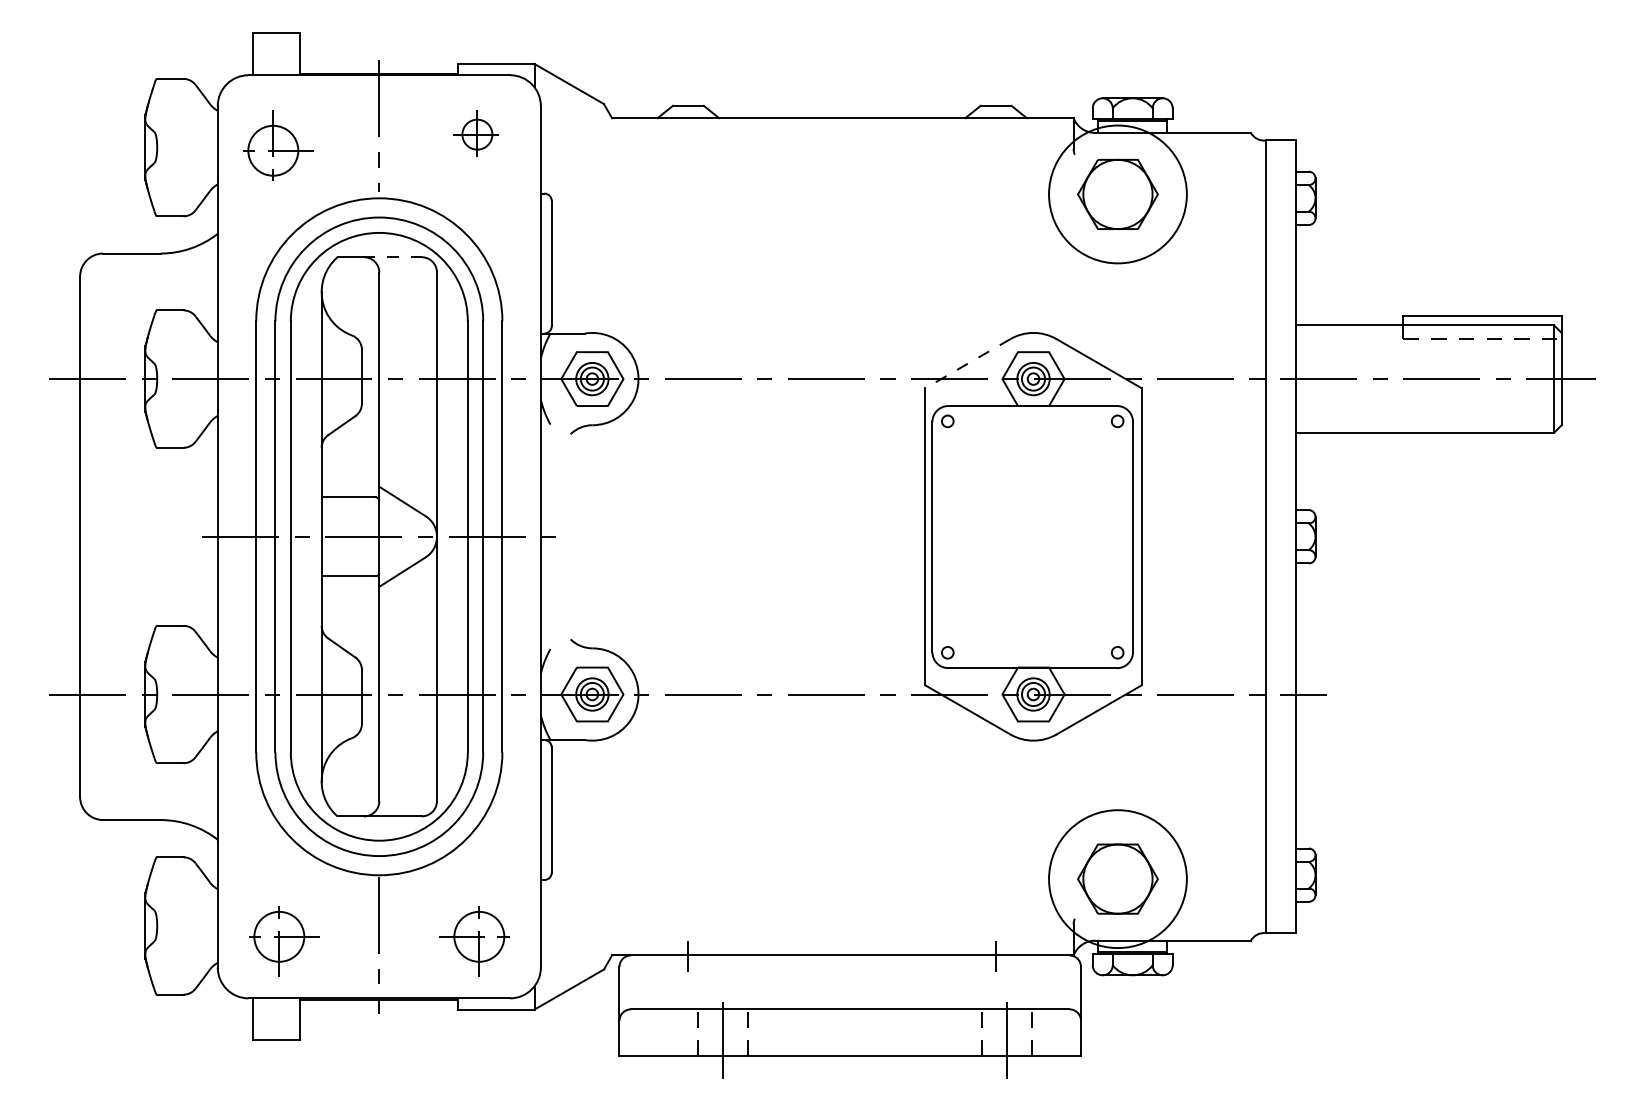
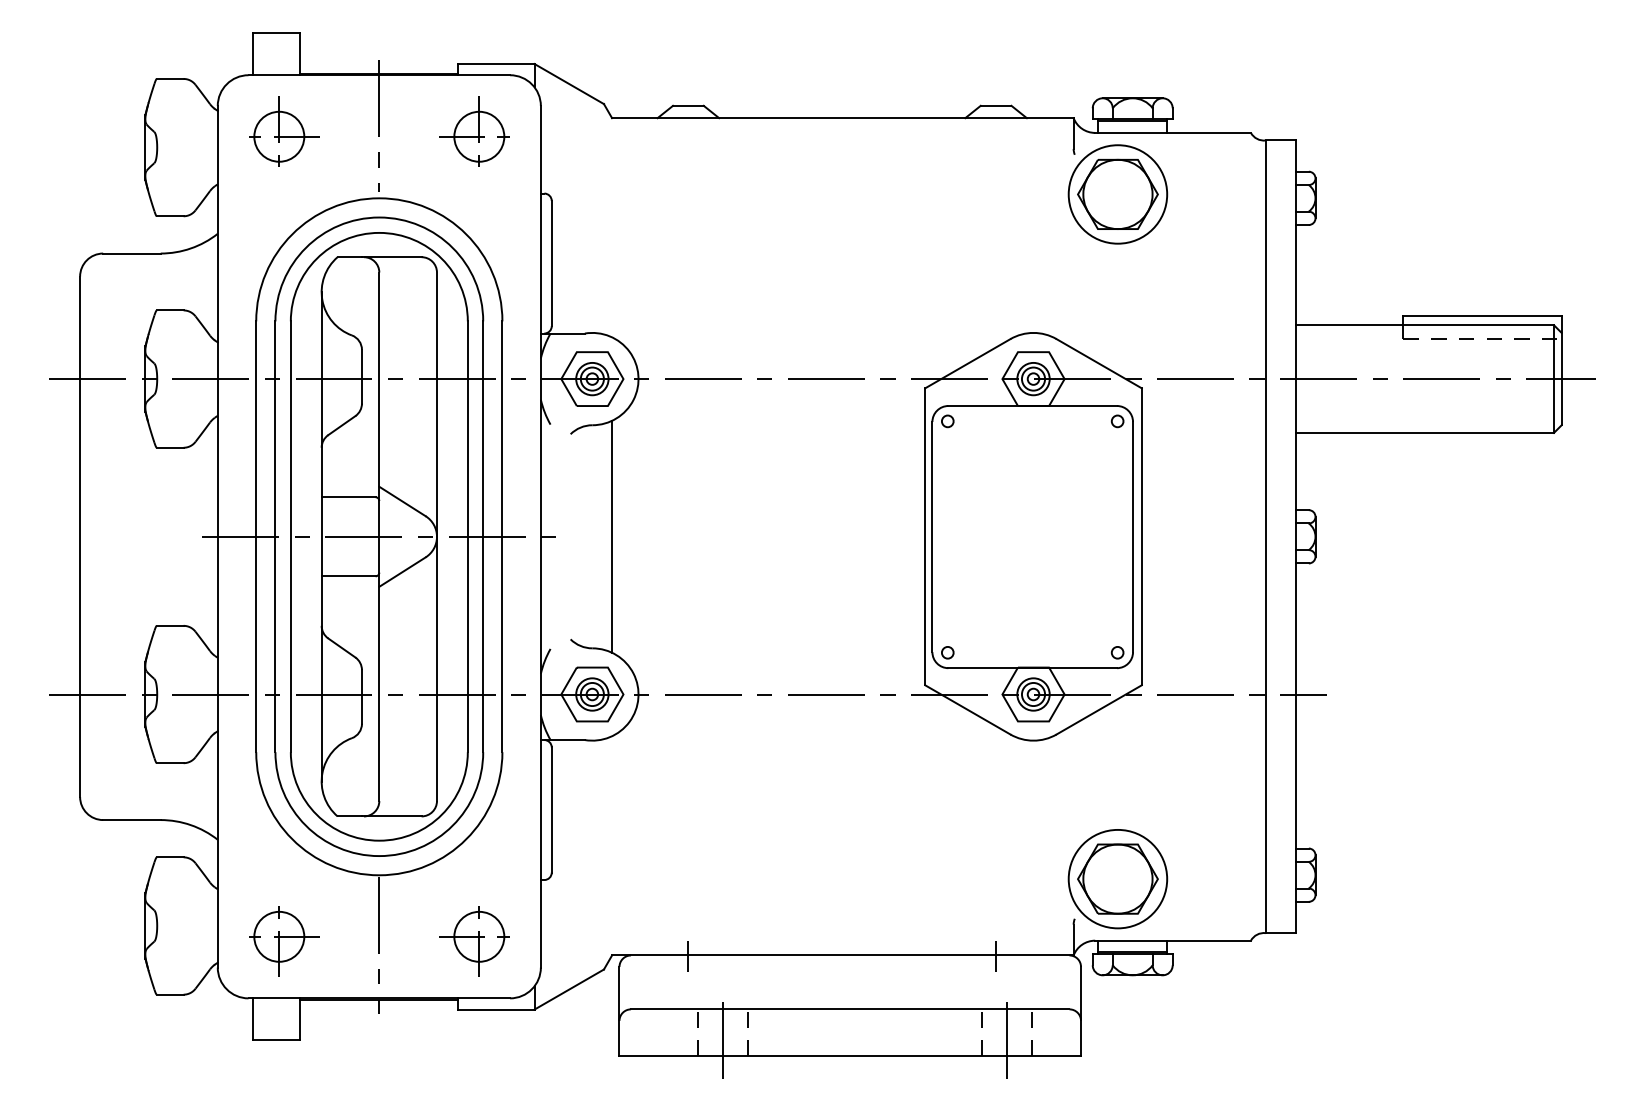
part at (475, 133) size: 46x47 px -> 71x71 px
part at (278, 145) position: (278, 145) -> (284, 131)
circle at (1117, 194) diameter: 138 px -> 98 px
line at (391, 257): dashed -> solid
line at (967, 363): dashed -> solid
line at (612, 536): none -> present
circle at (1117, 879) diameter: 138 px -> 98 px
